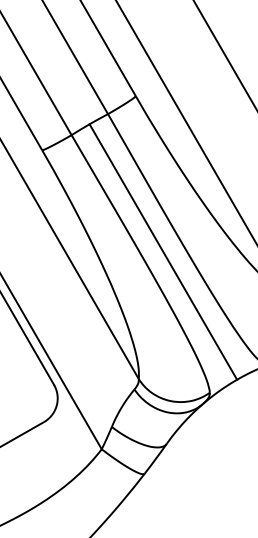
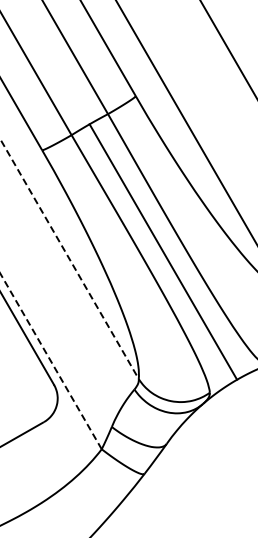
line at (224, 54) position: (224, 54) -> (227, 48)
line at (69, 259): solid -> dashed
line at (50, 360): solid -> dashed
